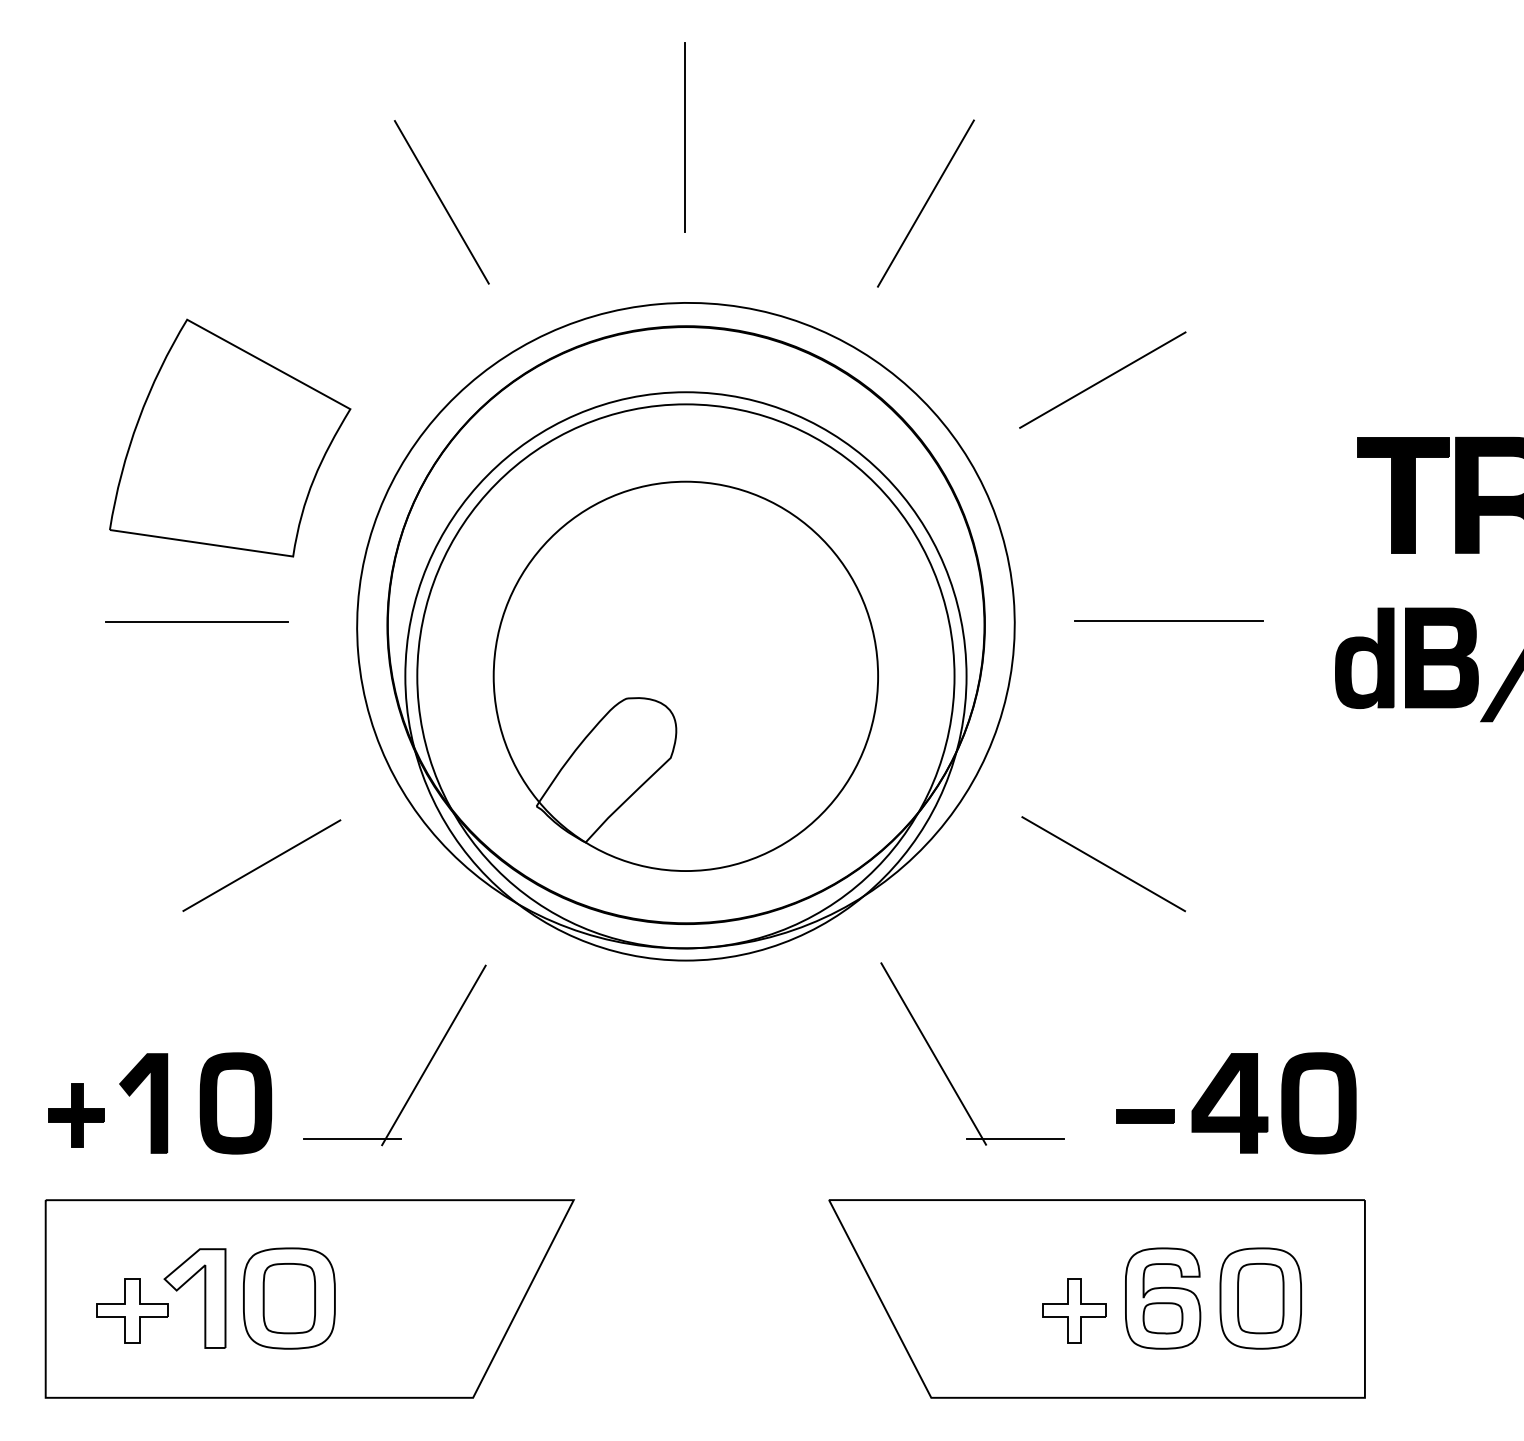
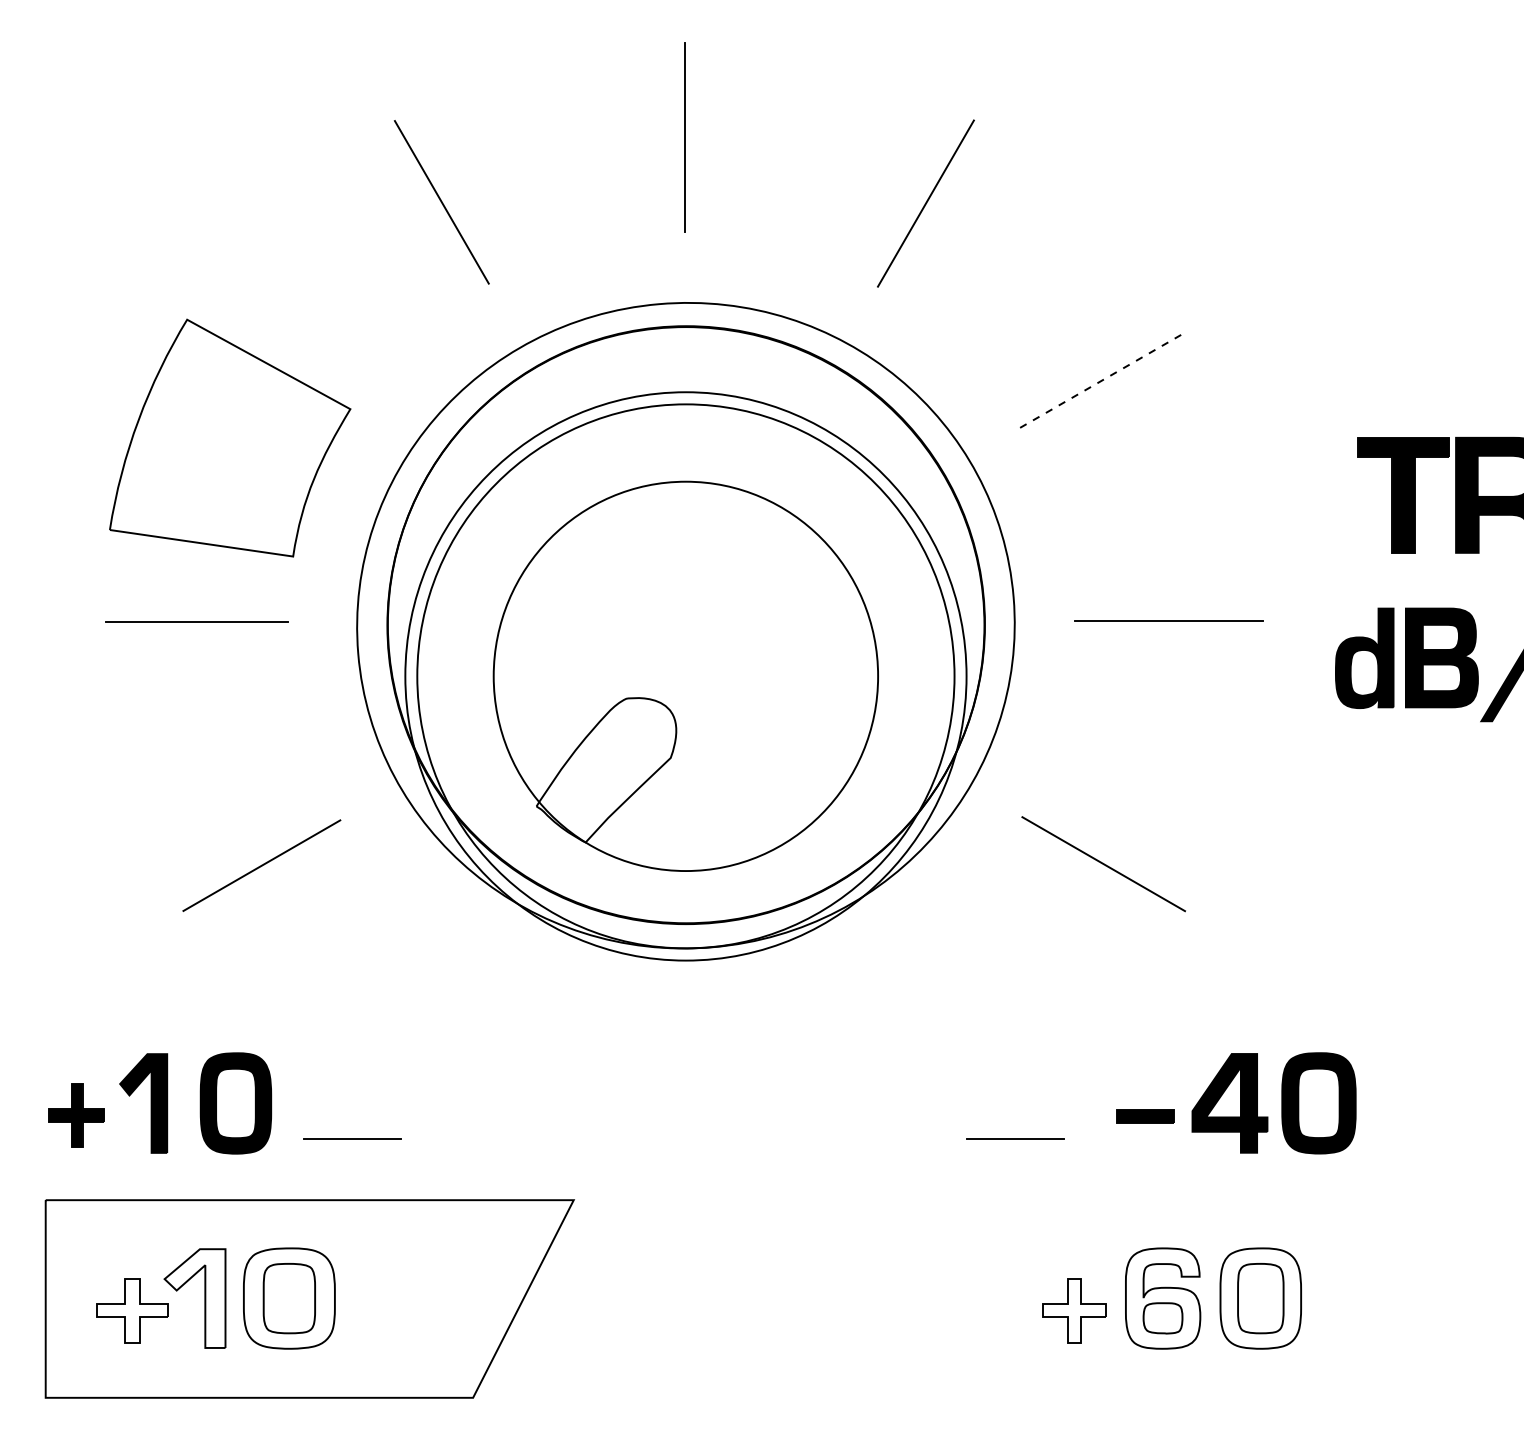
line at (1103, 379): solid -> dashed
line at (933, 1053): present -> none
line at (433, 1055): present -> none
part at (1096, 1298): present -> none
